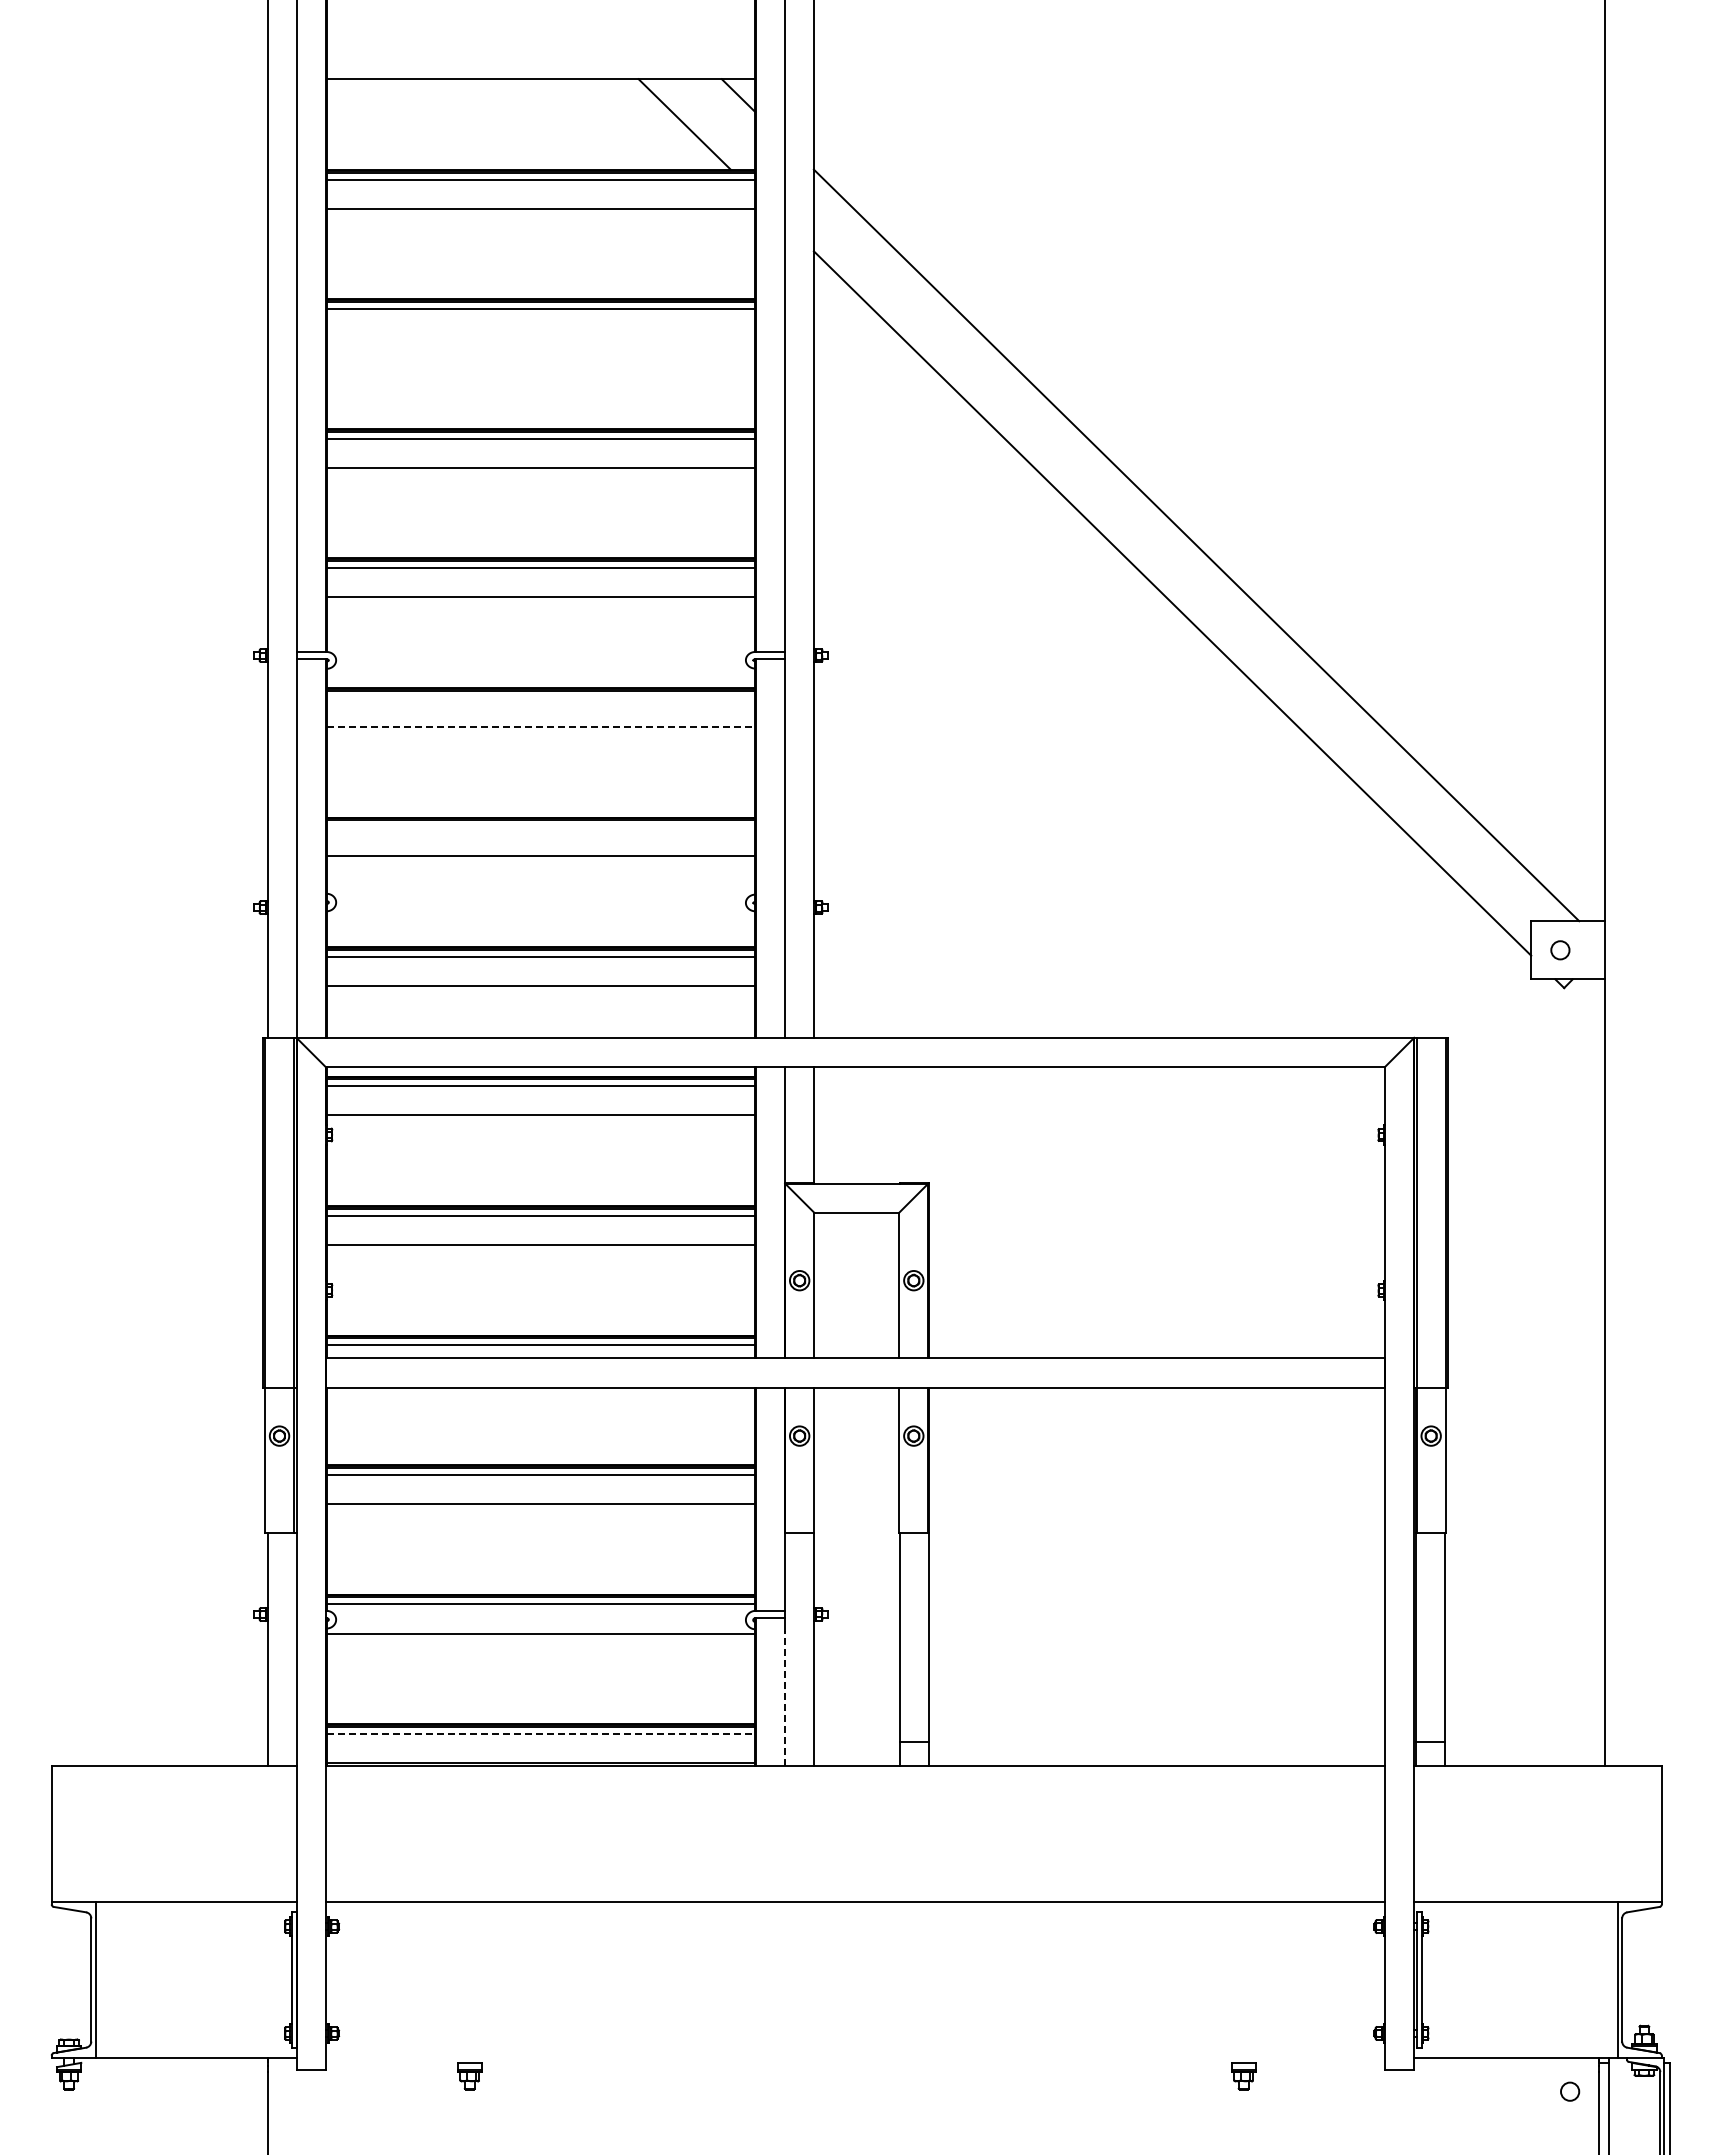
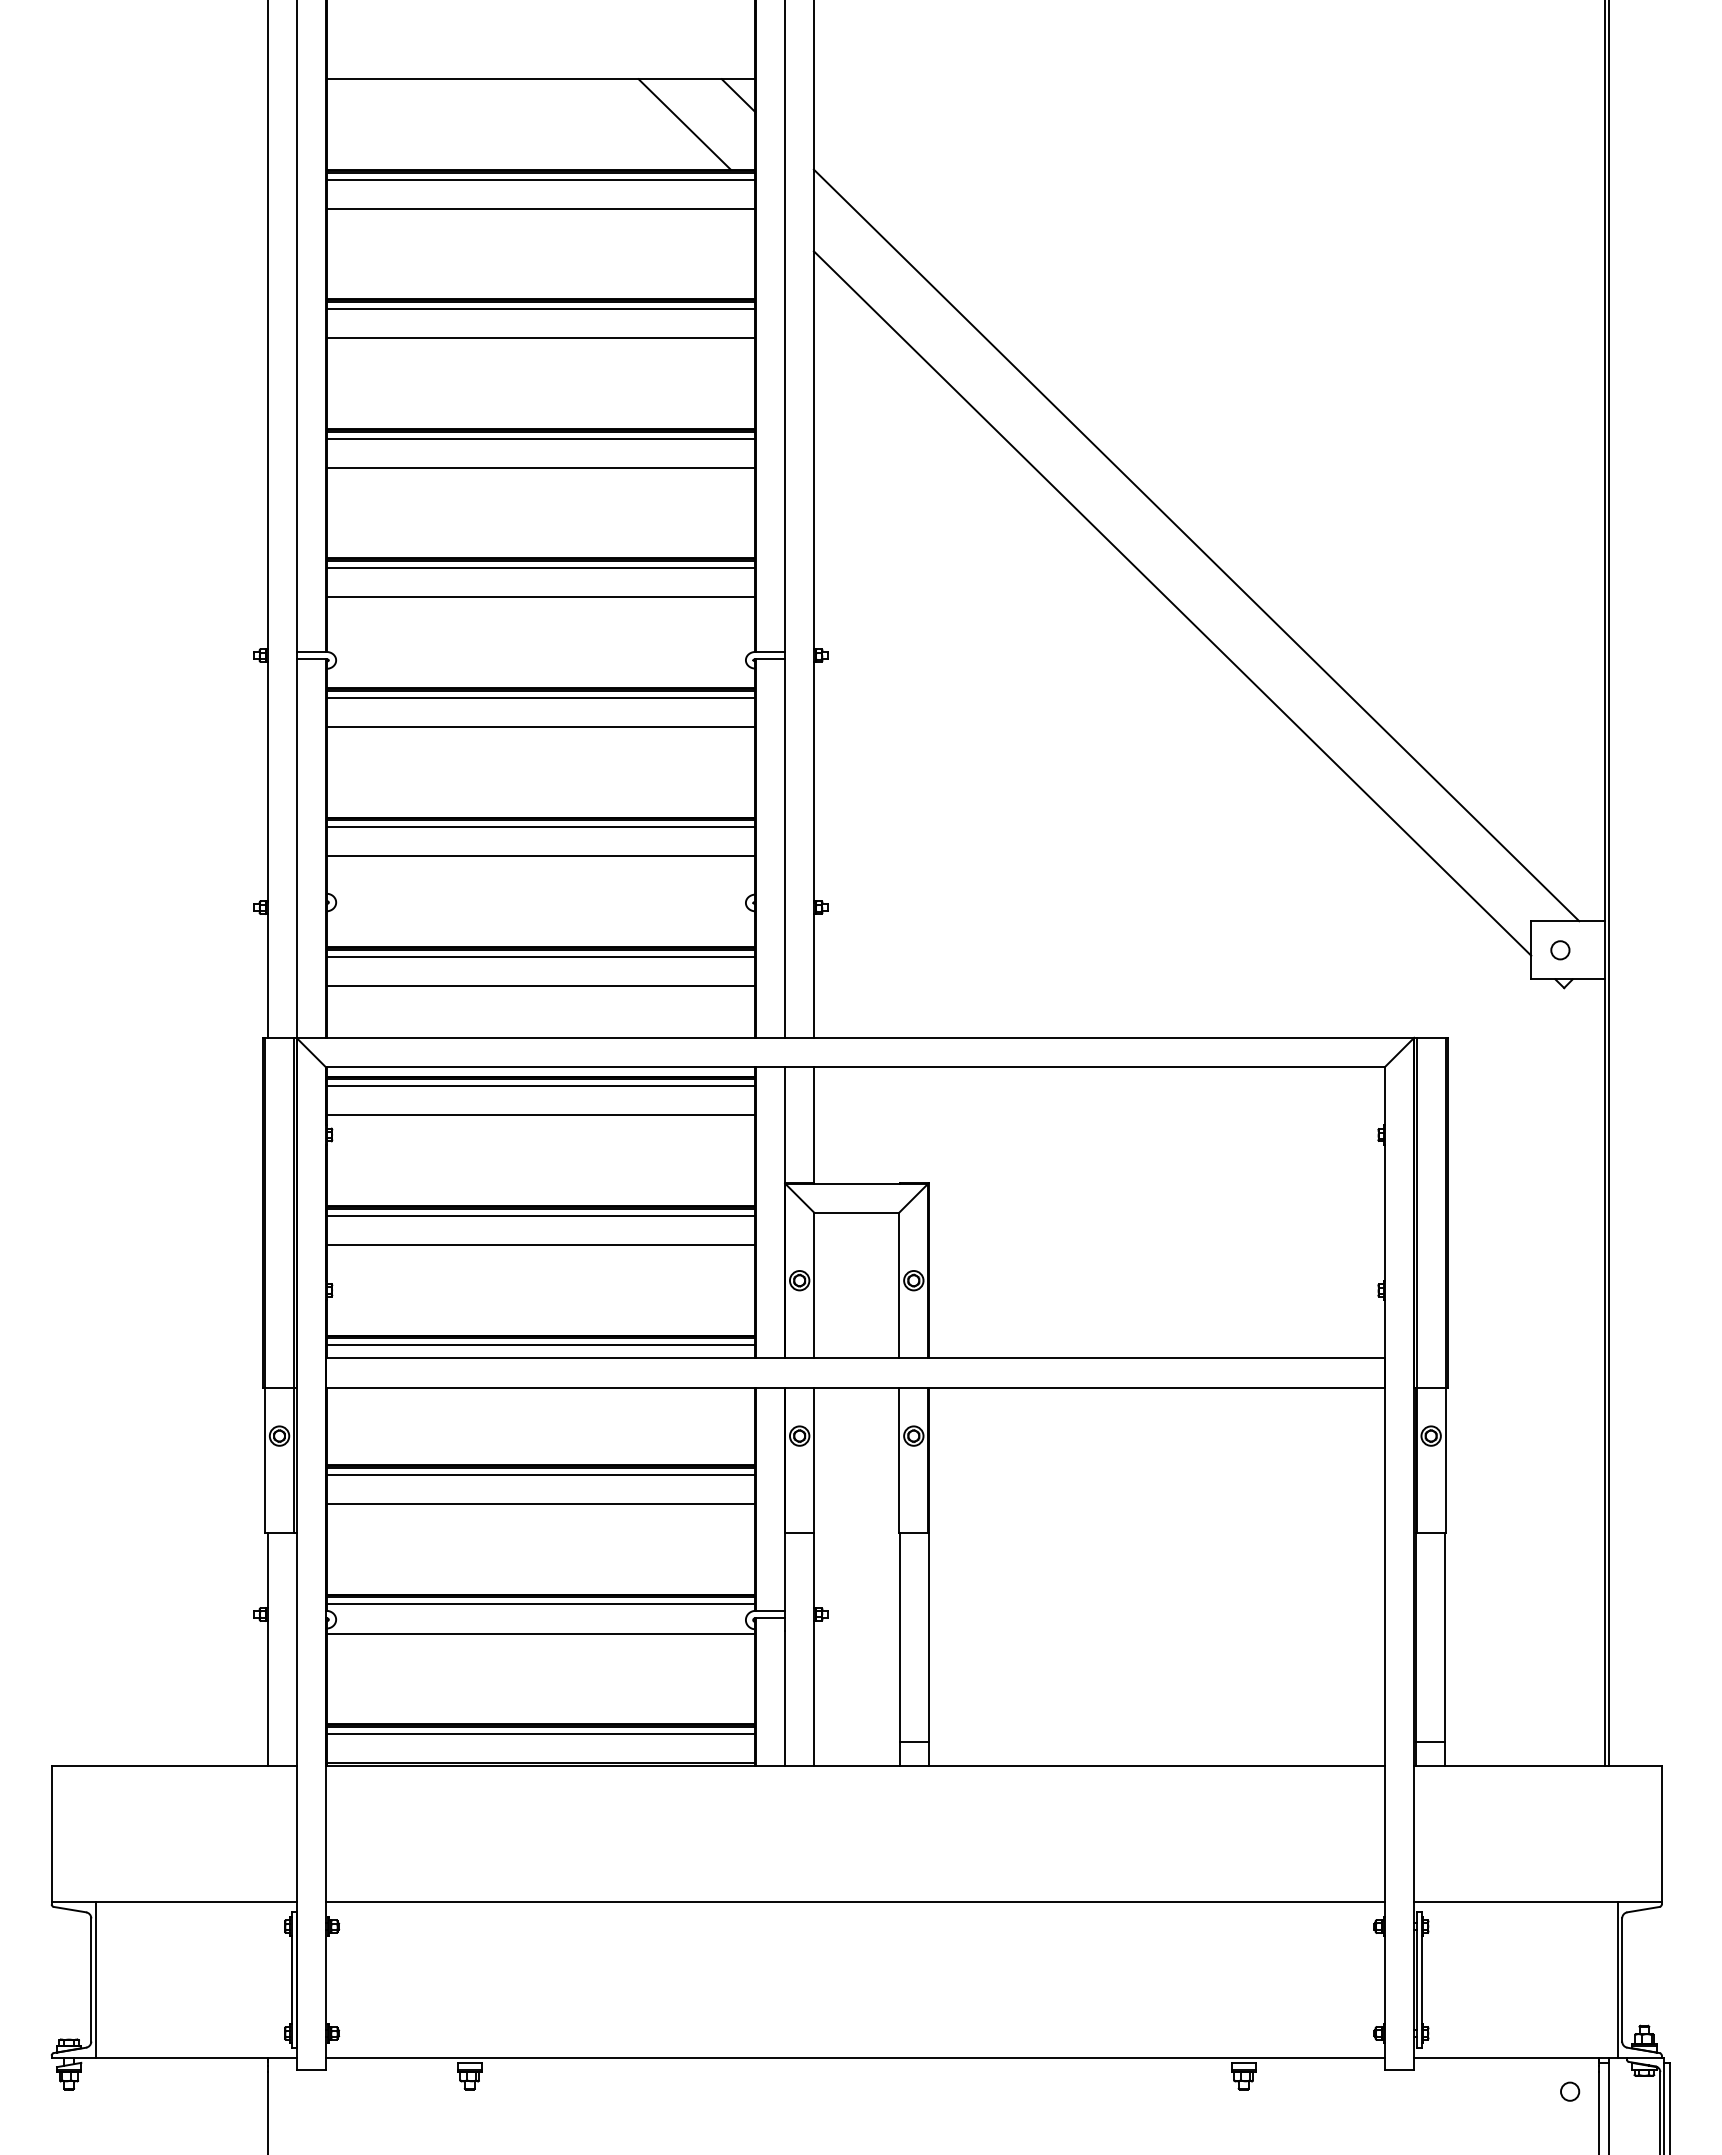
line at (540, 338): none -> present
line at (540, 697): none -> present
line at (541, 726): dashed -> solid
line at (540, 827): none -> present
line at (1608, 884): none -> present
line at (784, 1698): dashed -> solid
line at (541, 1733): dashed -> solid
line at (855, 2057): none -> present
